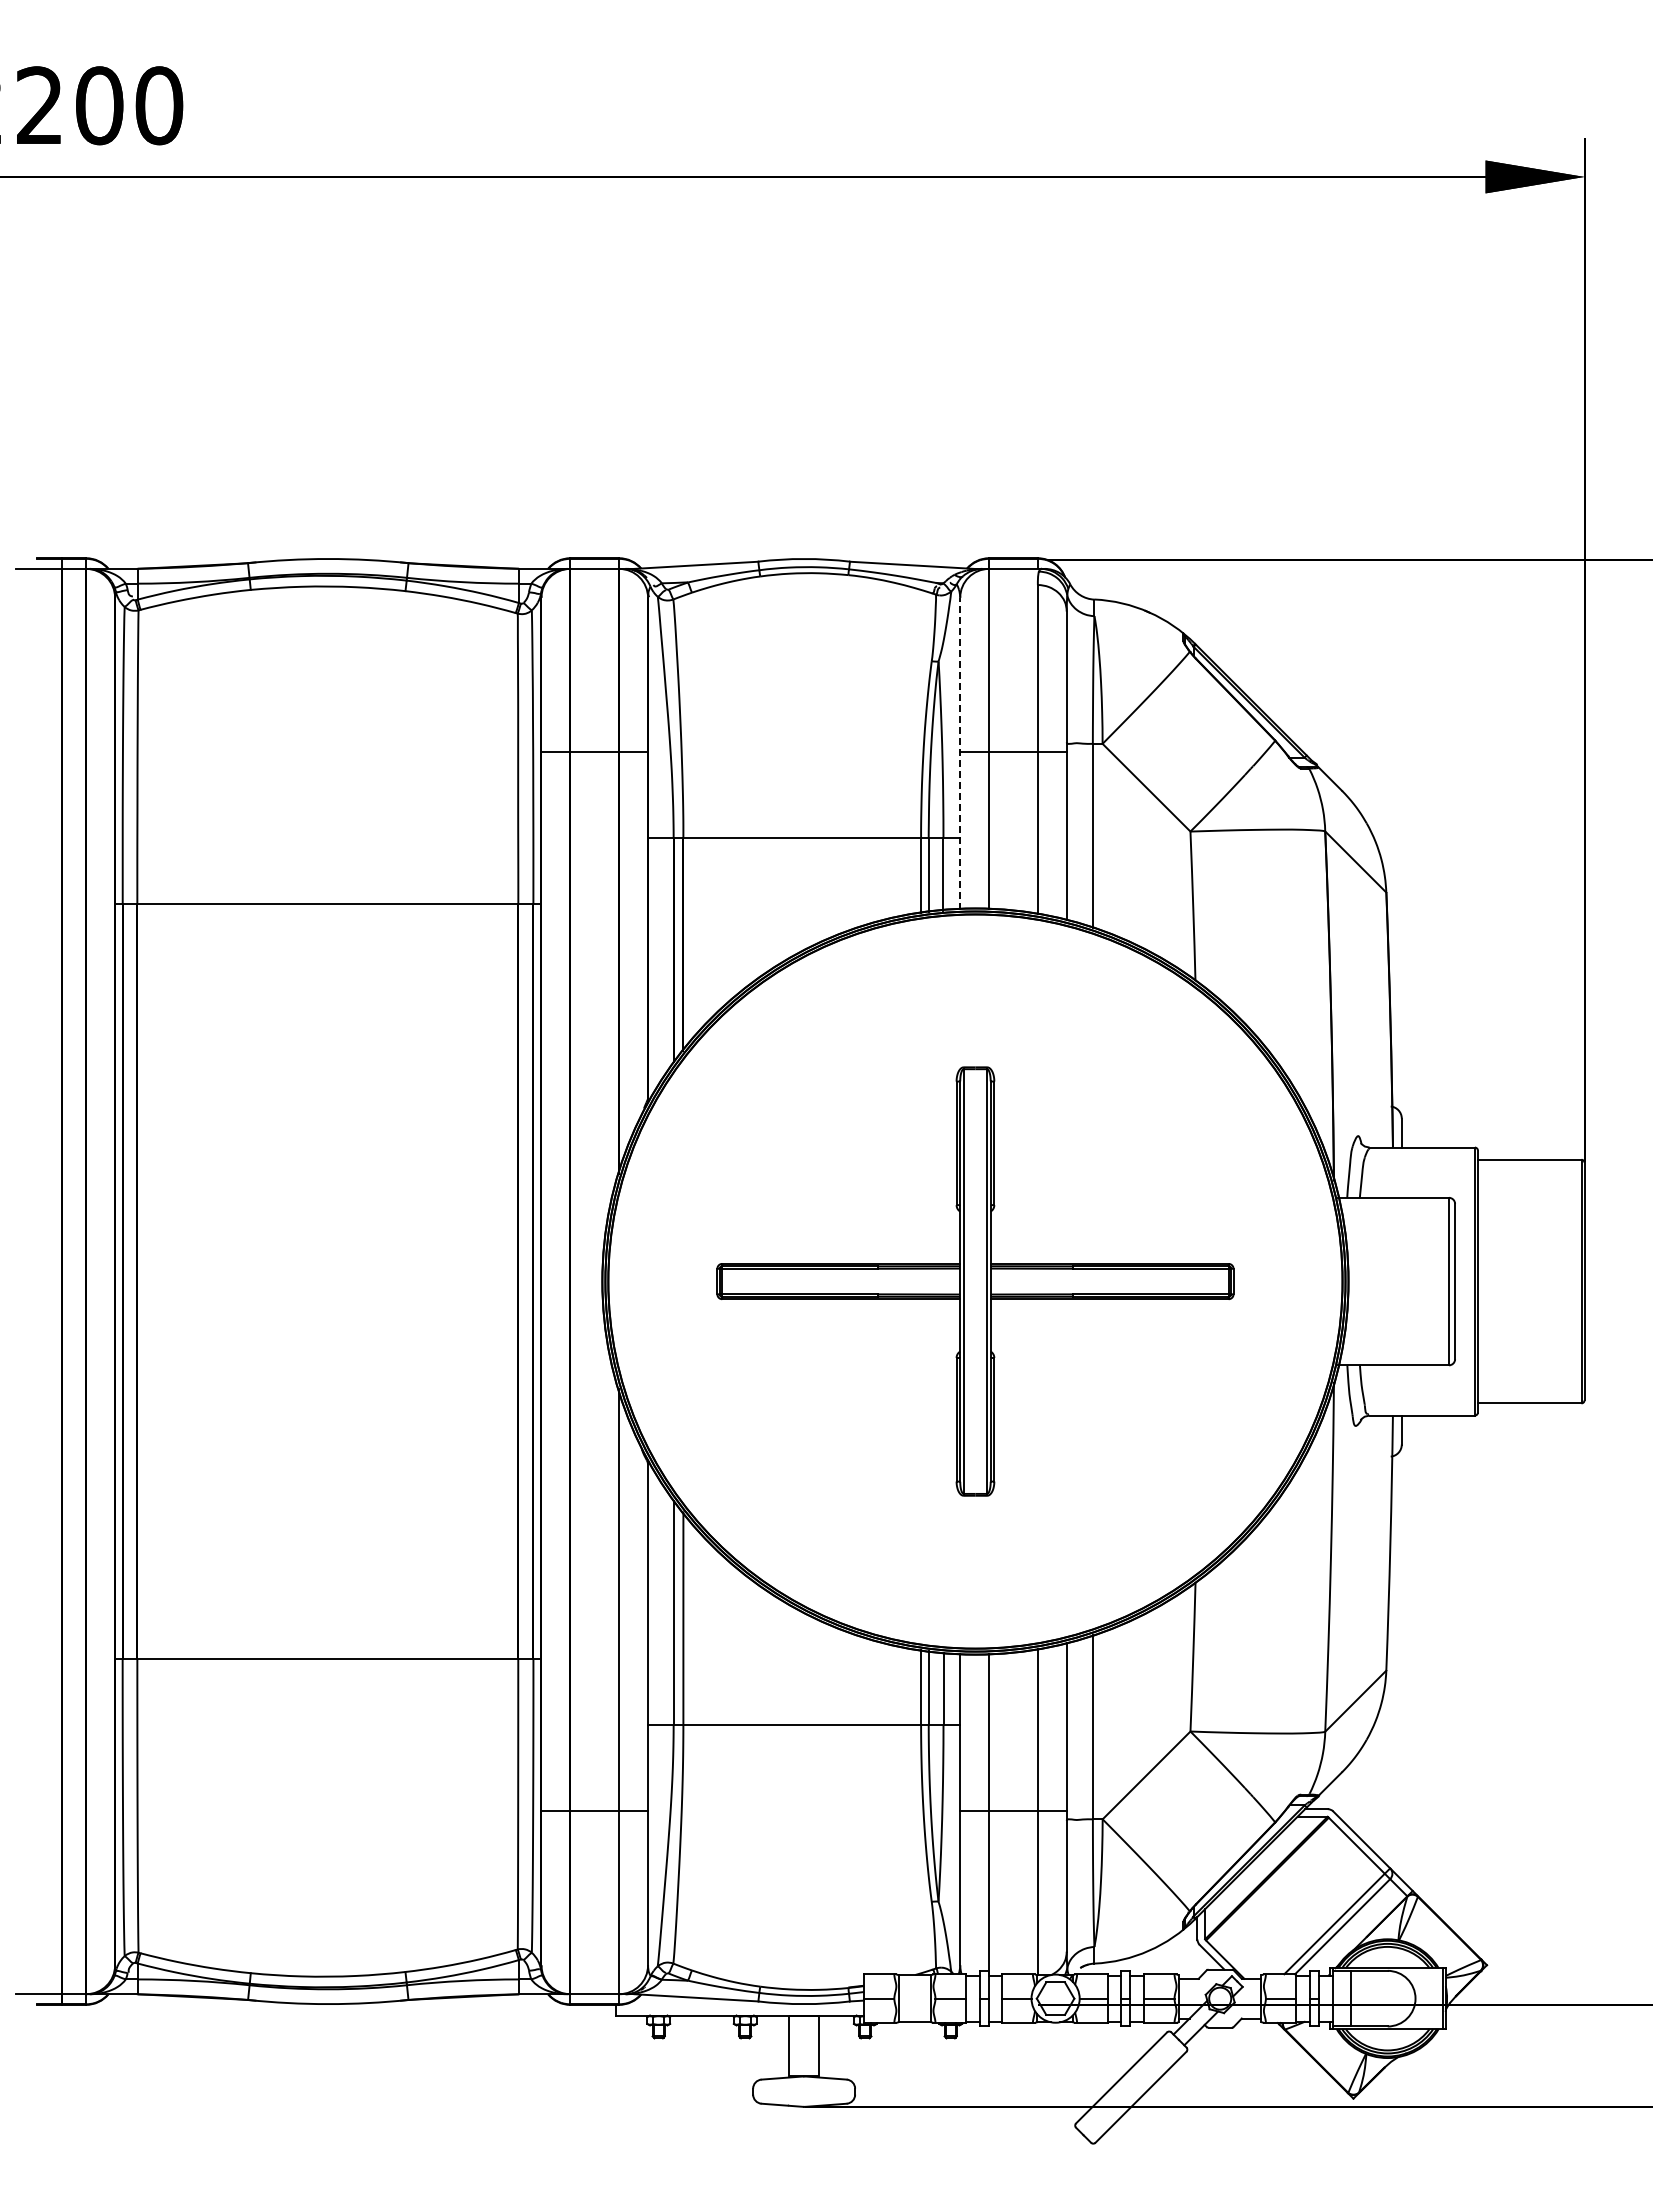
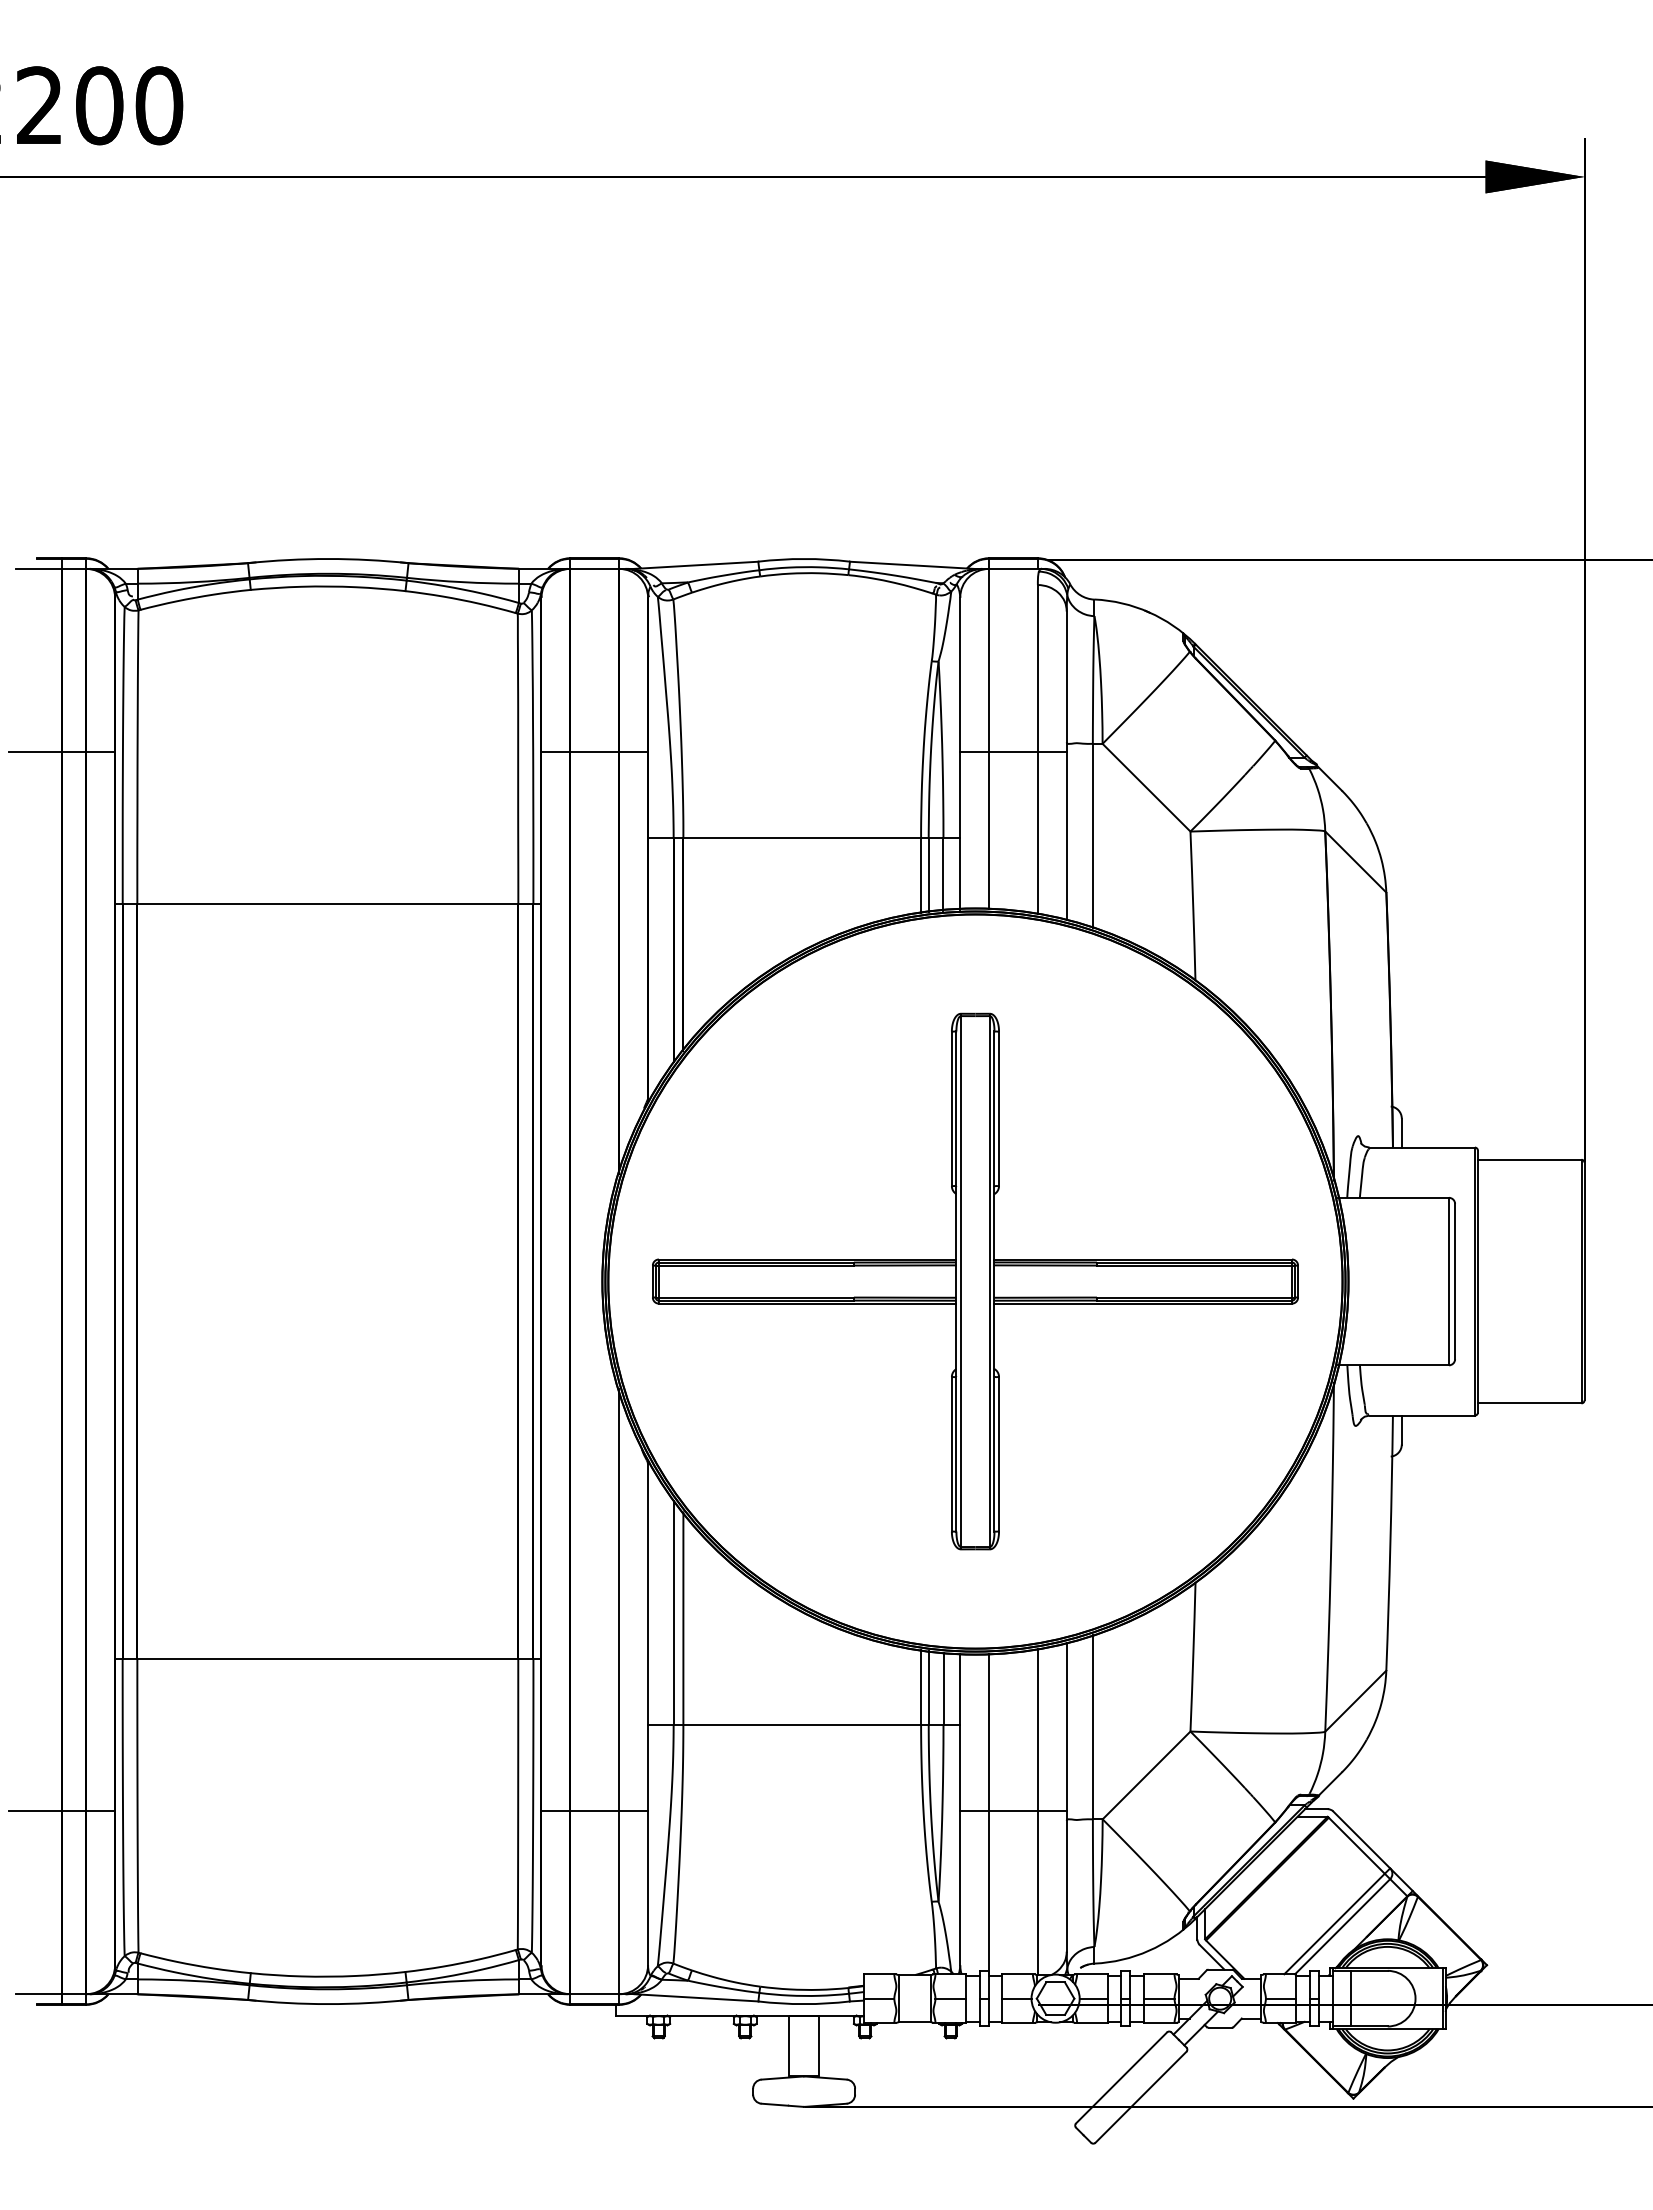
line at (61, 751): none -> present
line at (960, 753): dashed -> solid
part at (975, 1281) size: 519x431 px -> 647x539 px
line at (61, 1811): none -> present
